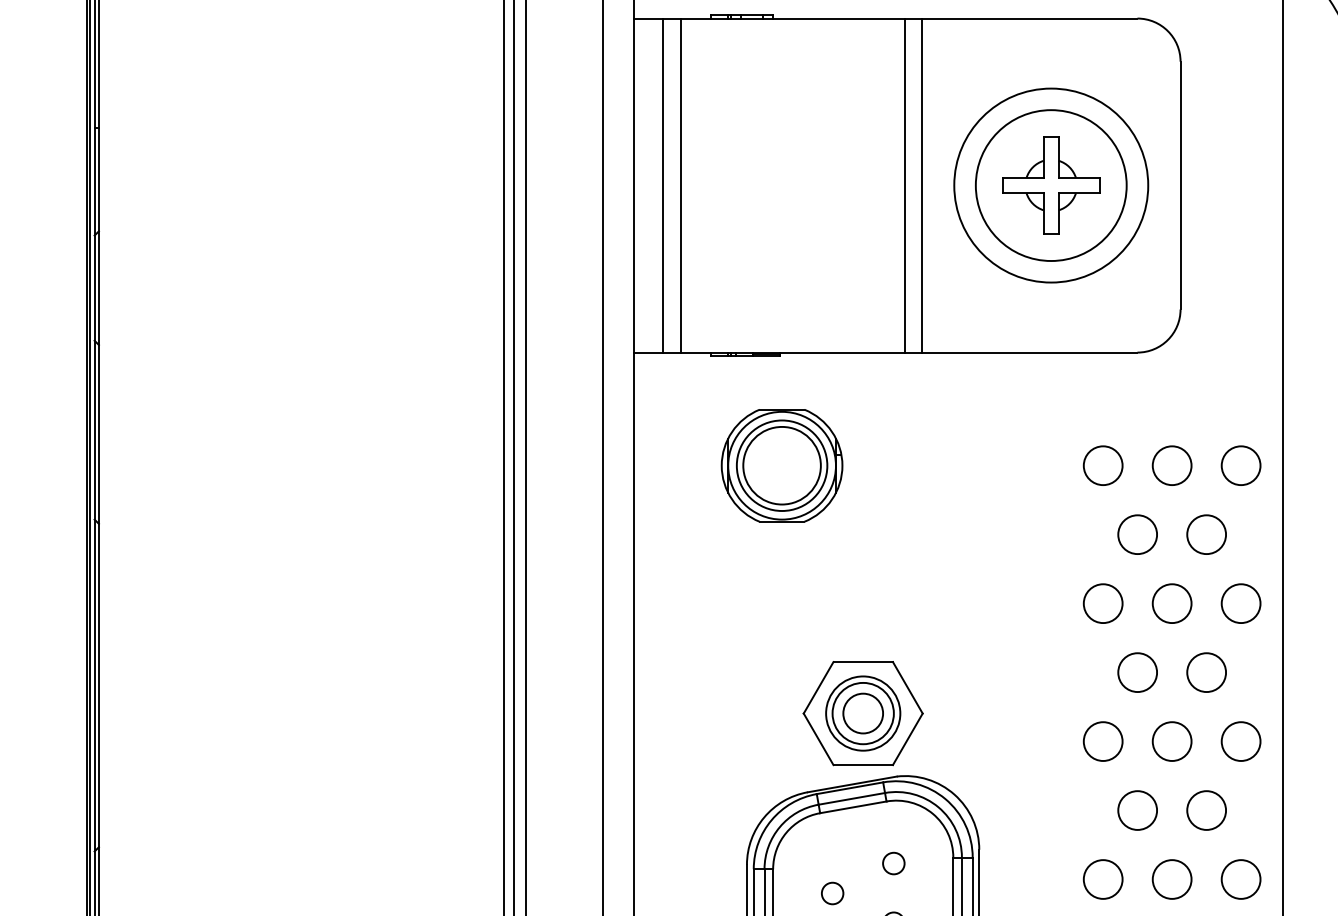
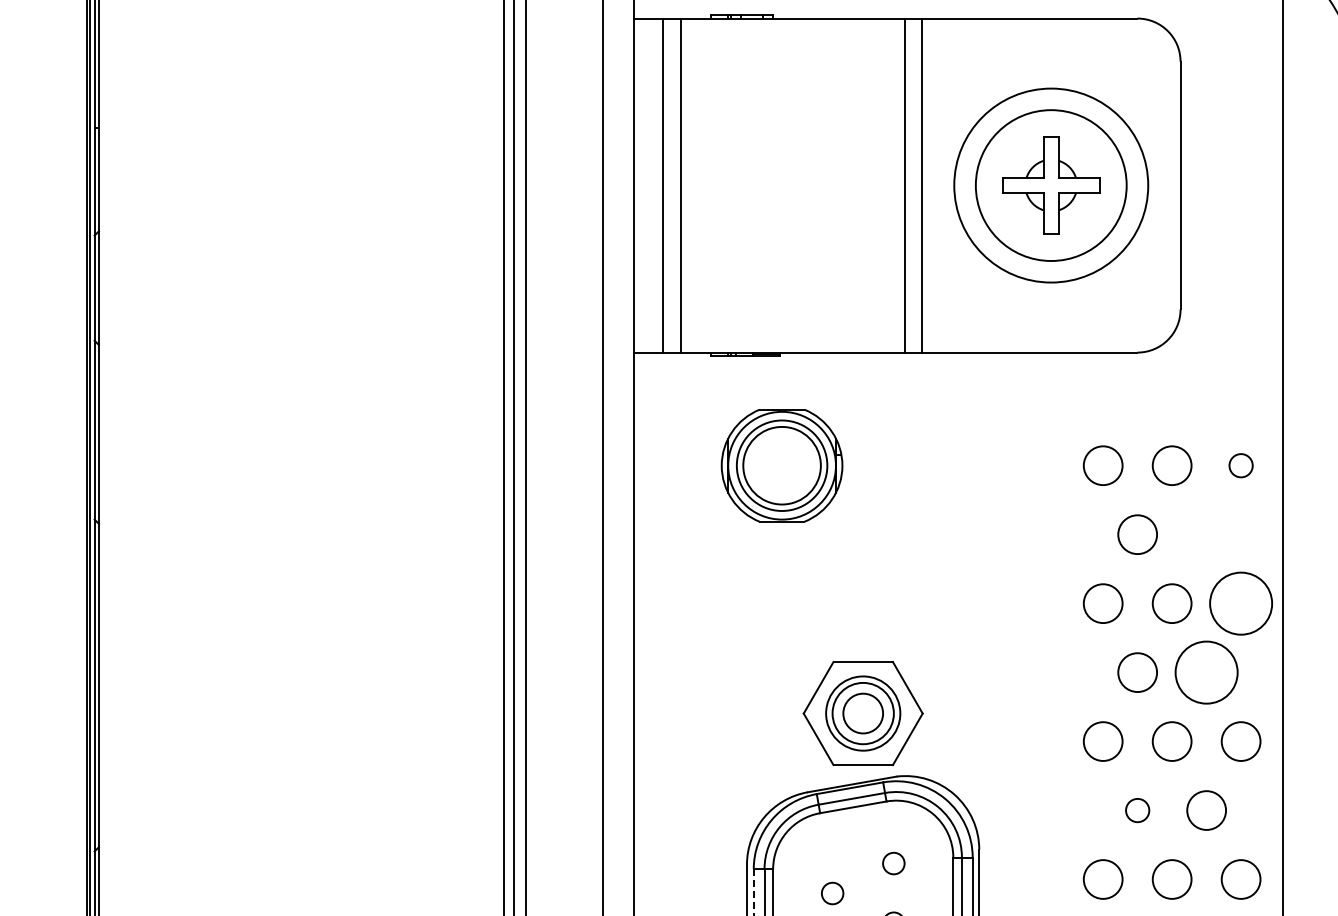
circle at (1240, 465) diameter: 39 px -> 23 px
circle at (1206, 534): present -> none
circle at (1240, 603) diameter: 39 px -> 62 px
circle at (1206, 672) diameter: 39 px -> 62 px
circle at (1137, 810) diameter: 39 px -> 23 px
line at (753, 892): solid -> dashed
